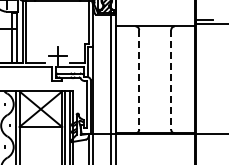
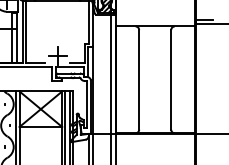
line at (139, 79): dashed -> solid
line at (171, 79): dashed -> solid
